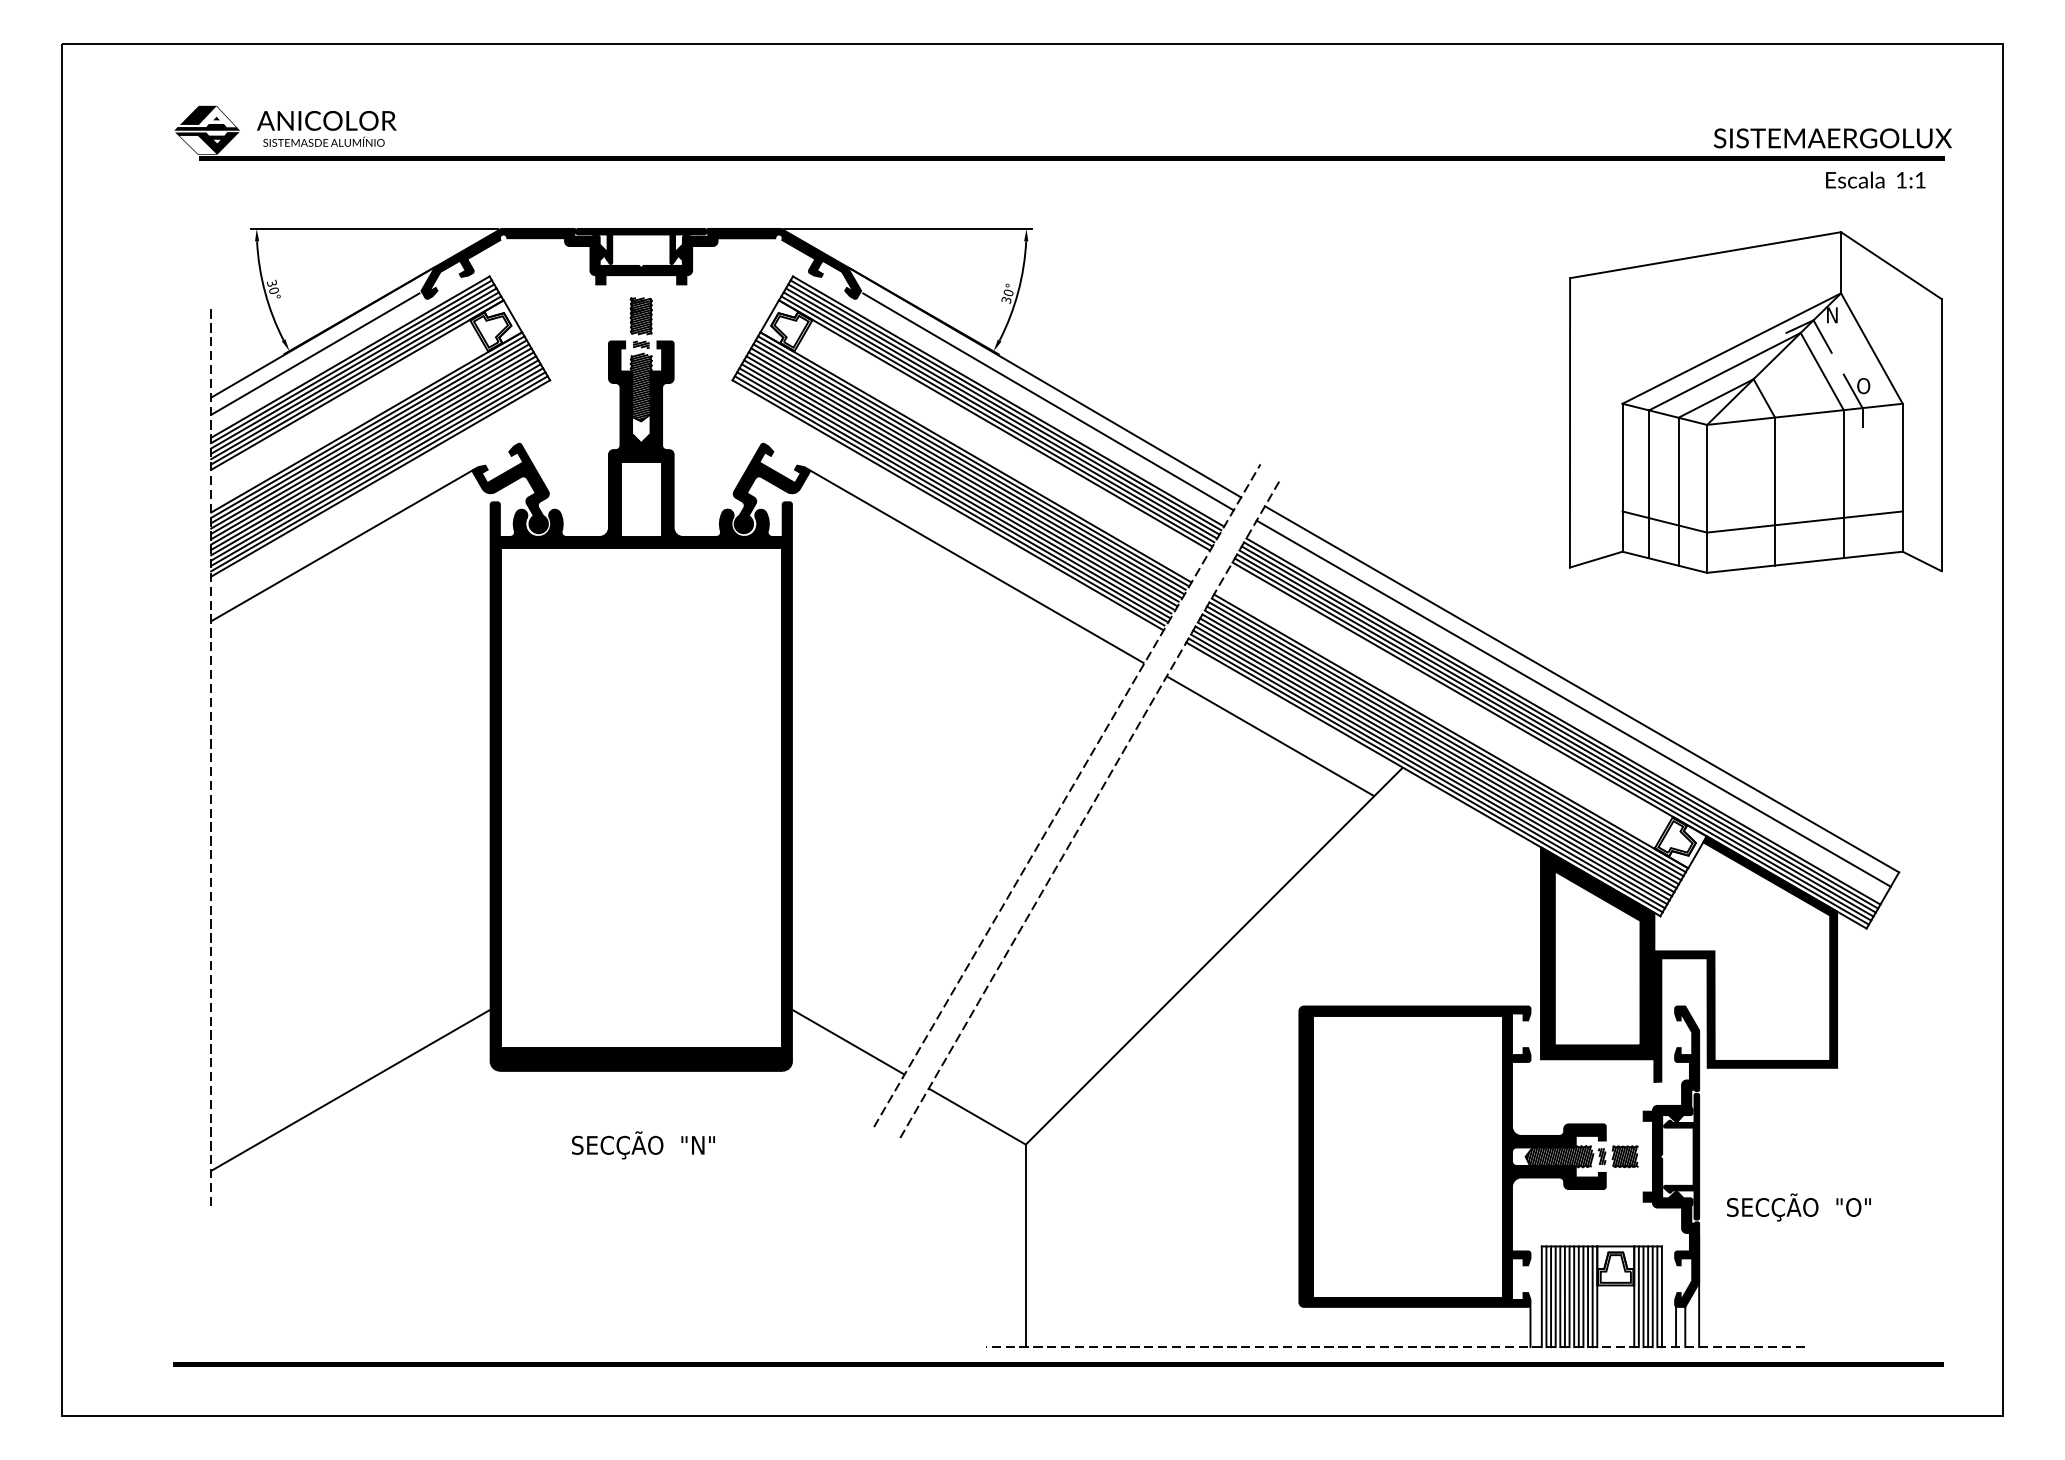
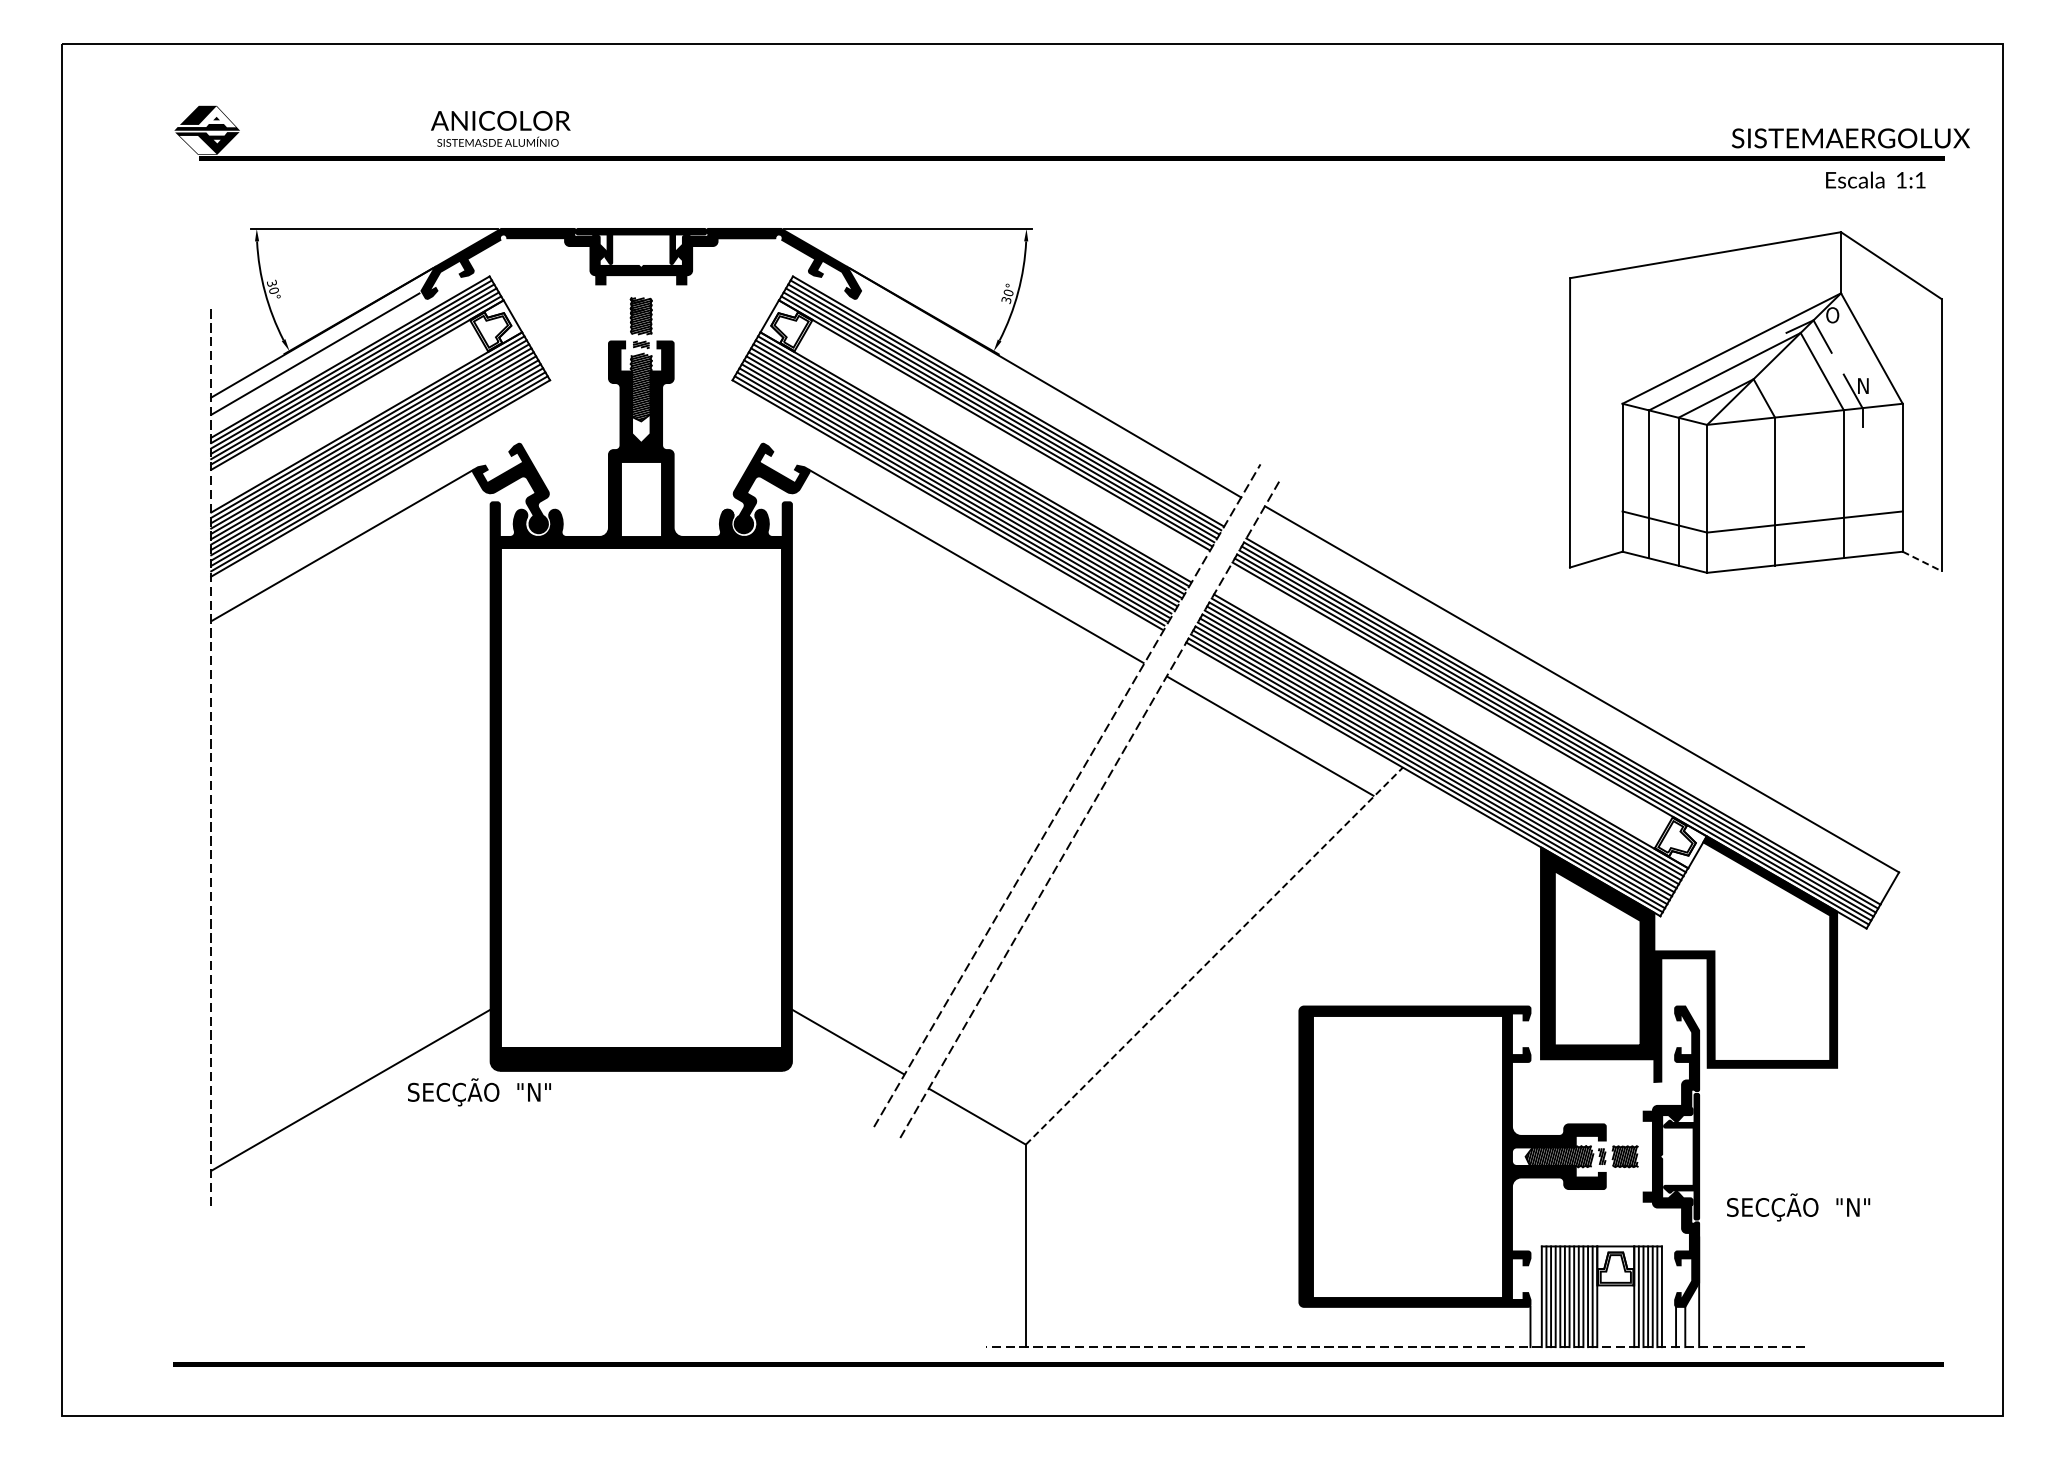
text at (326, 128) position: (326, 128) -> (500, 128)
text at (1832, 138) position: (1832, 138) -> (1850, 138)
text at (1832, 315): N -> O
text at (1863, 386): O -> N
line at (1048, 401): present -> none
line at (1922, 561): solid -> dashed
line at (1573, 703): present -> none
line at (1214, 956): solid -> dashed
text at (643, 1145) position: (643, 1145) -> (479, 1092)
text at (1858, 1207): SECÇÃO  "O" -> SECÇÃO  "N"
